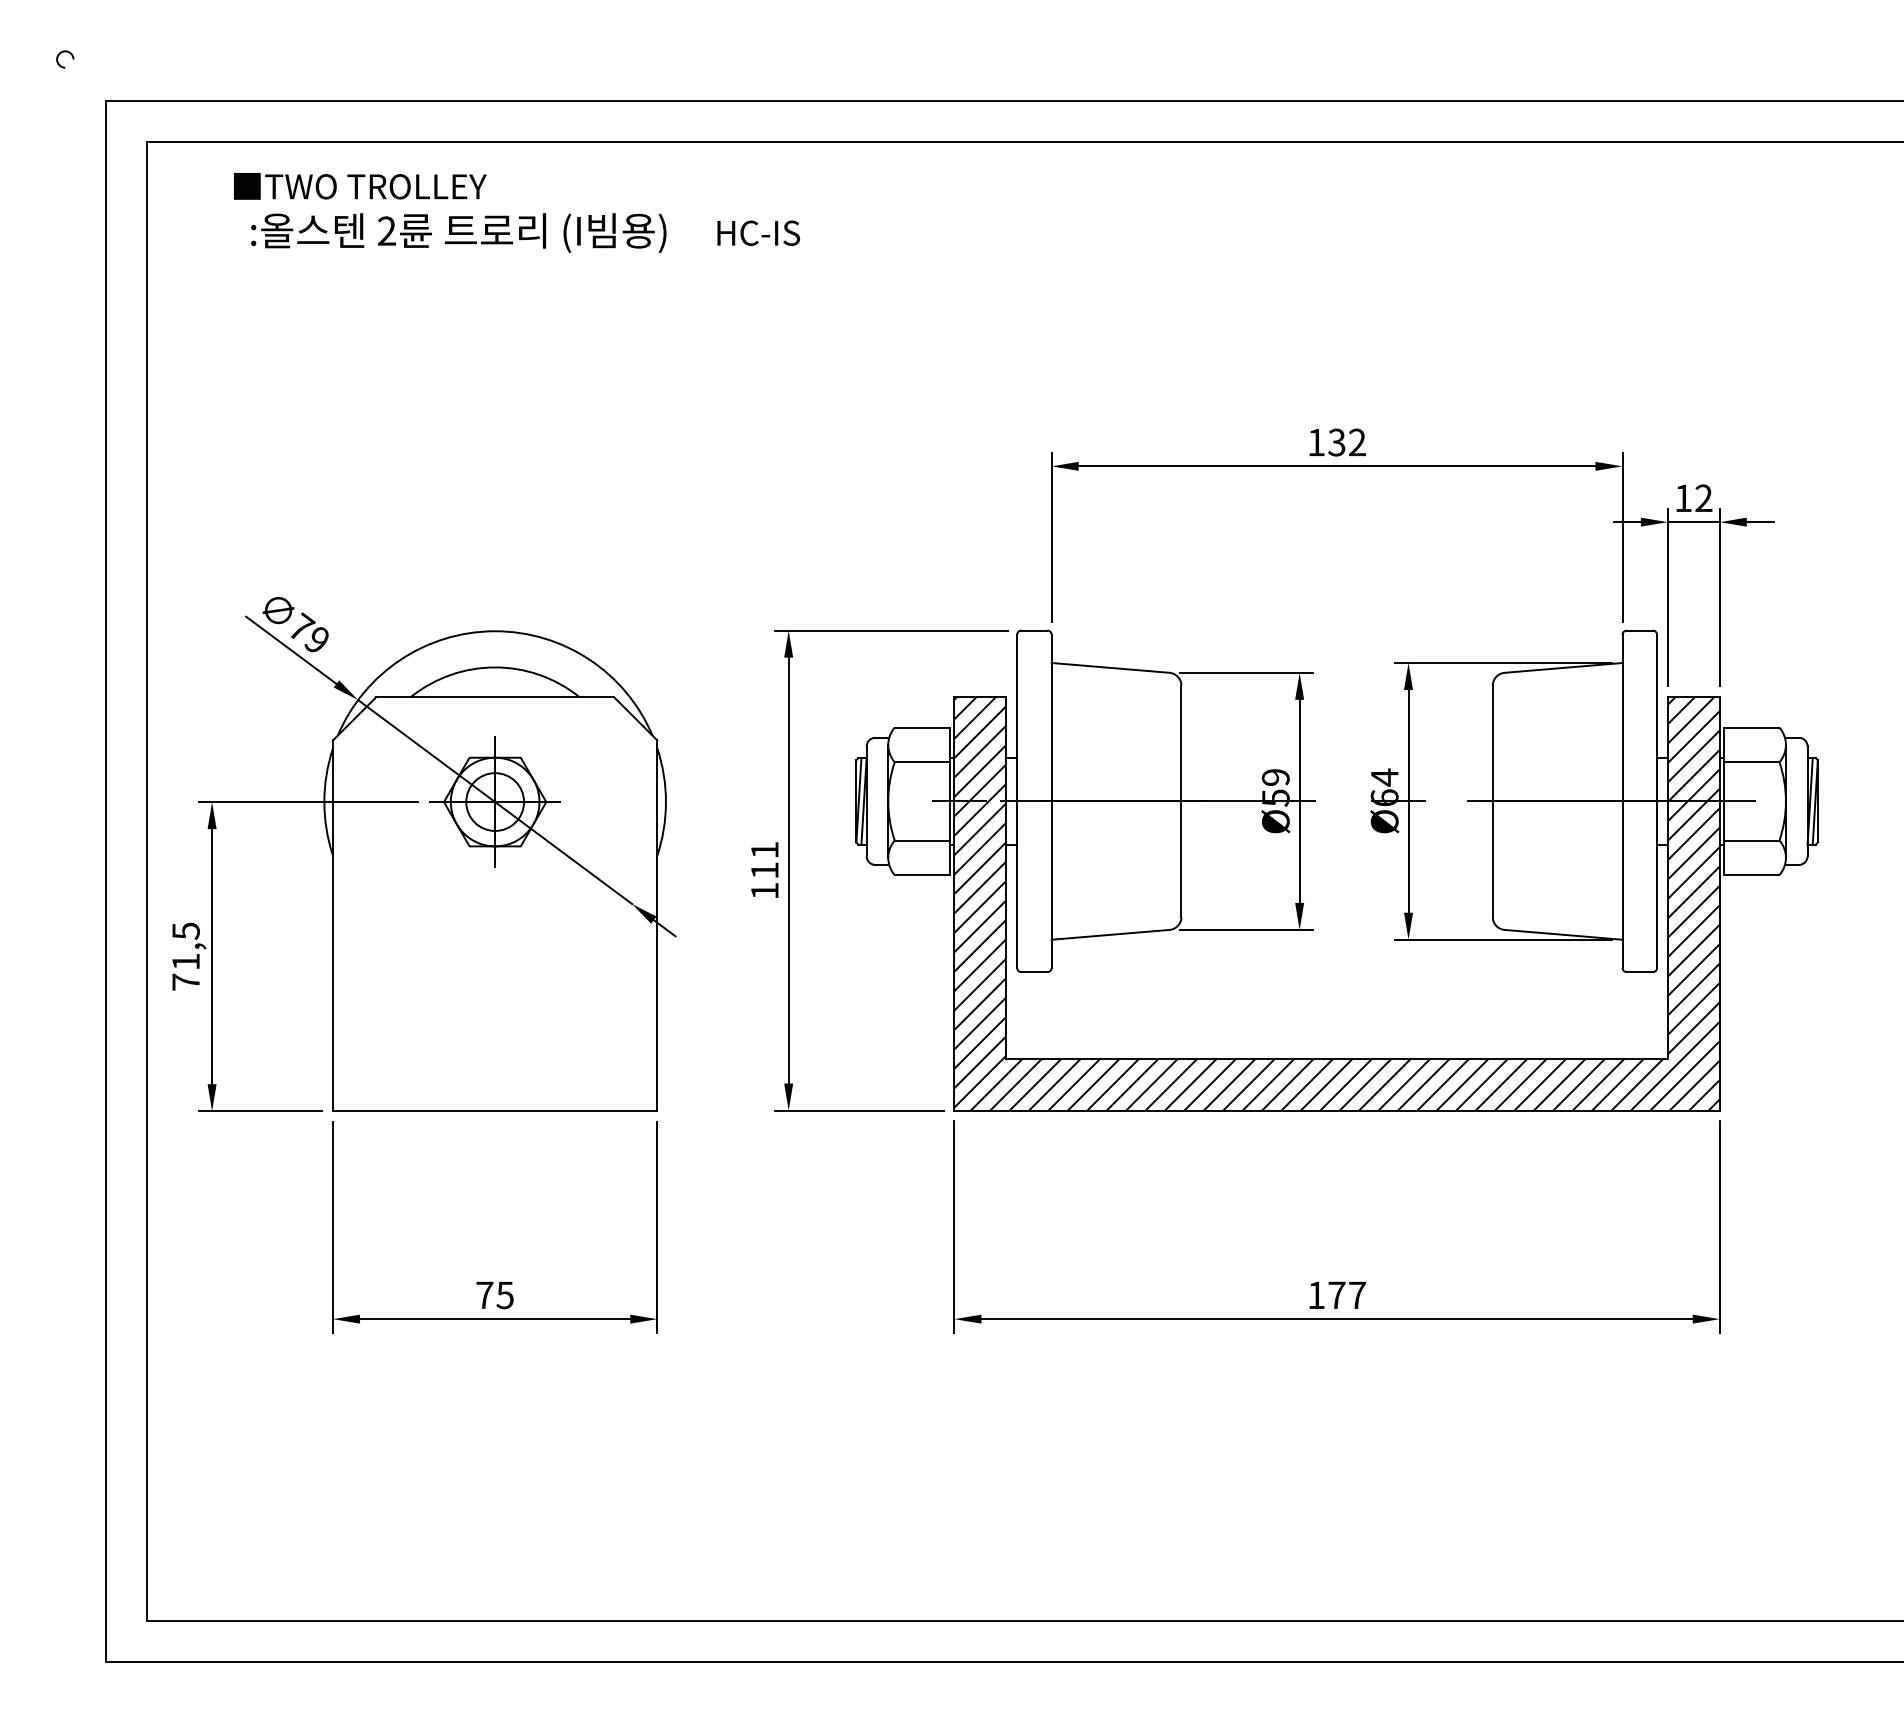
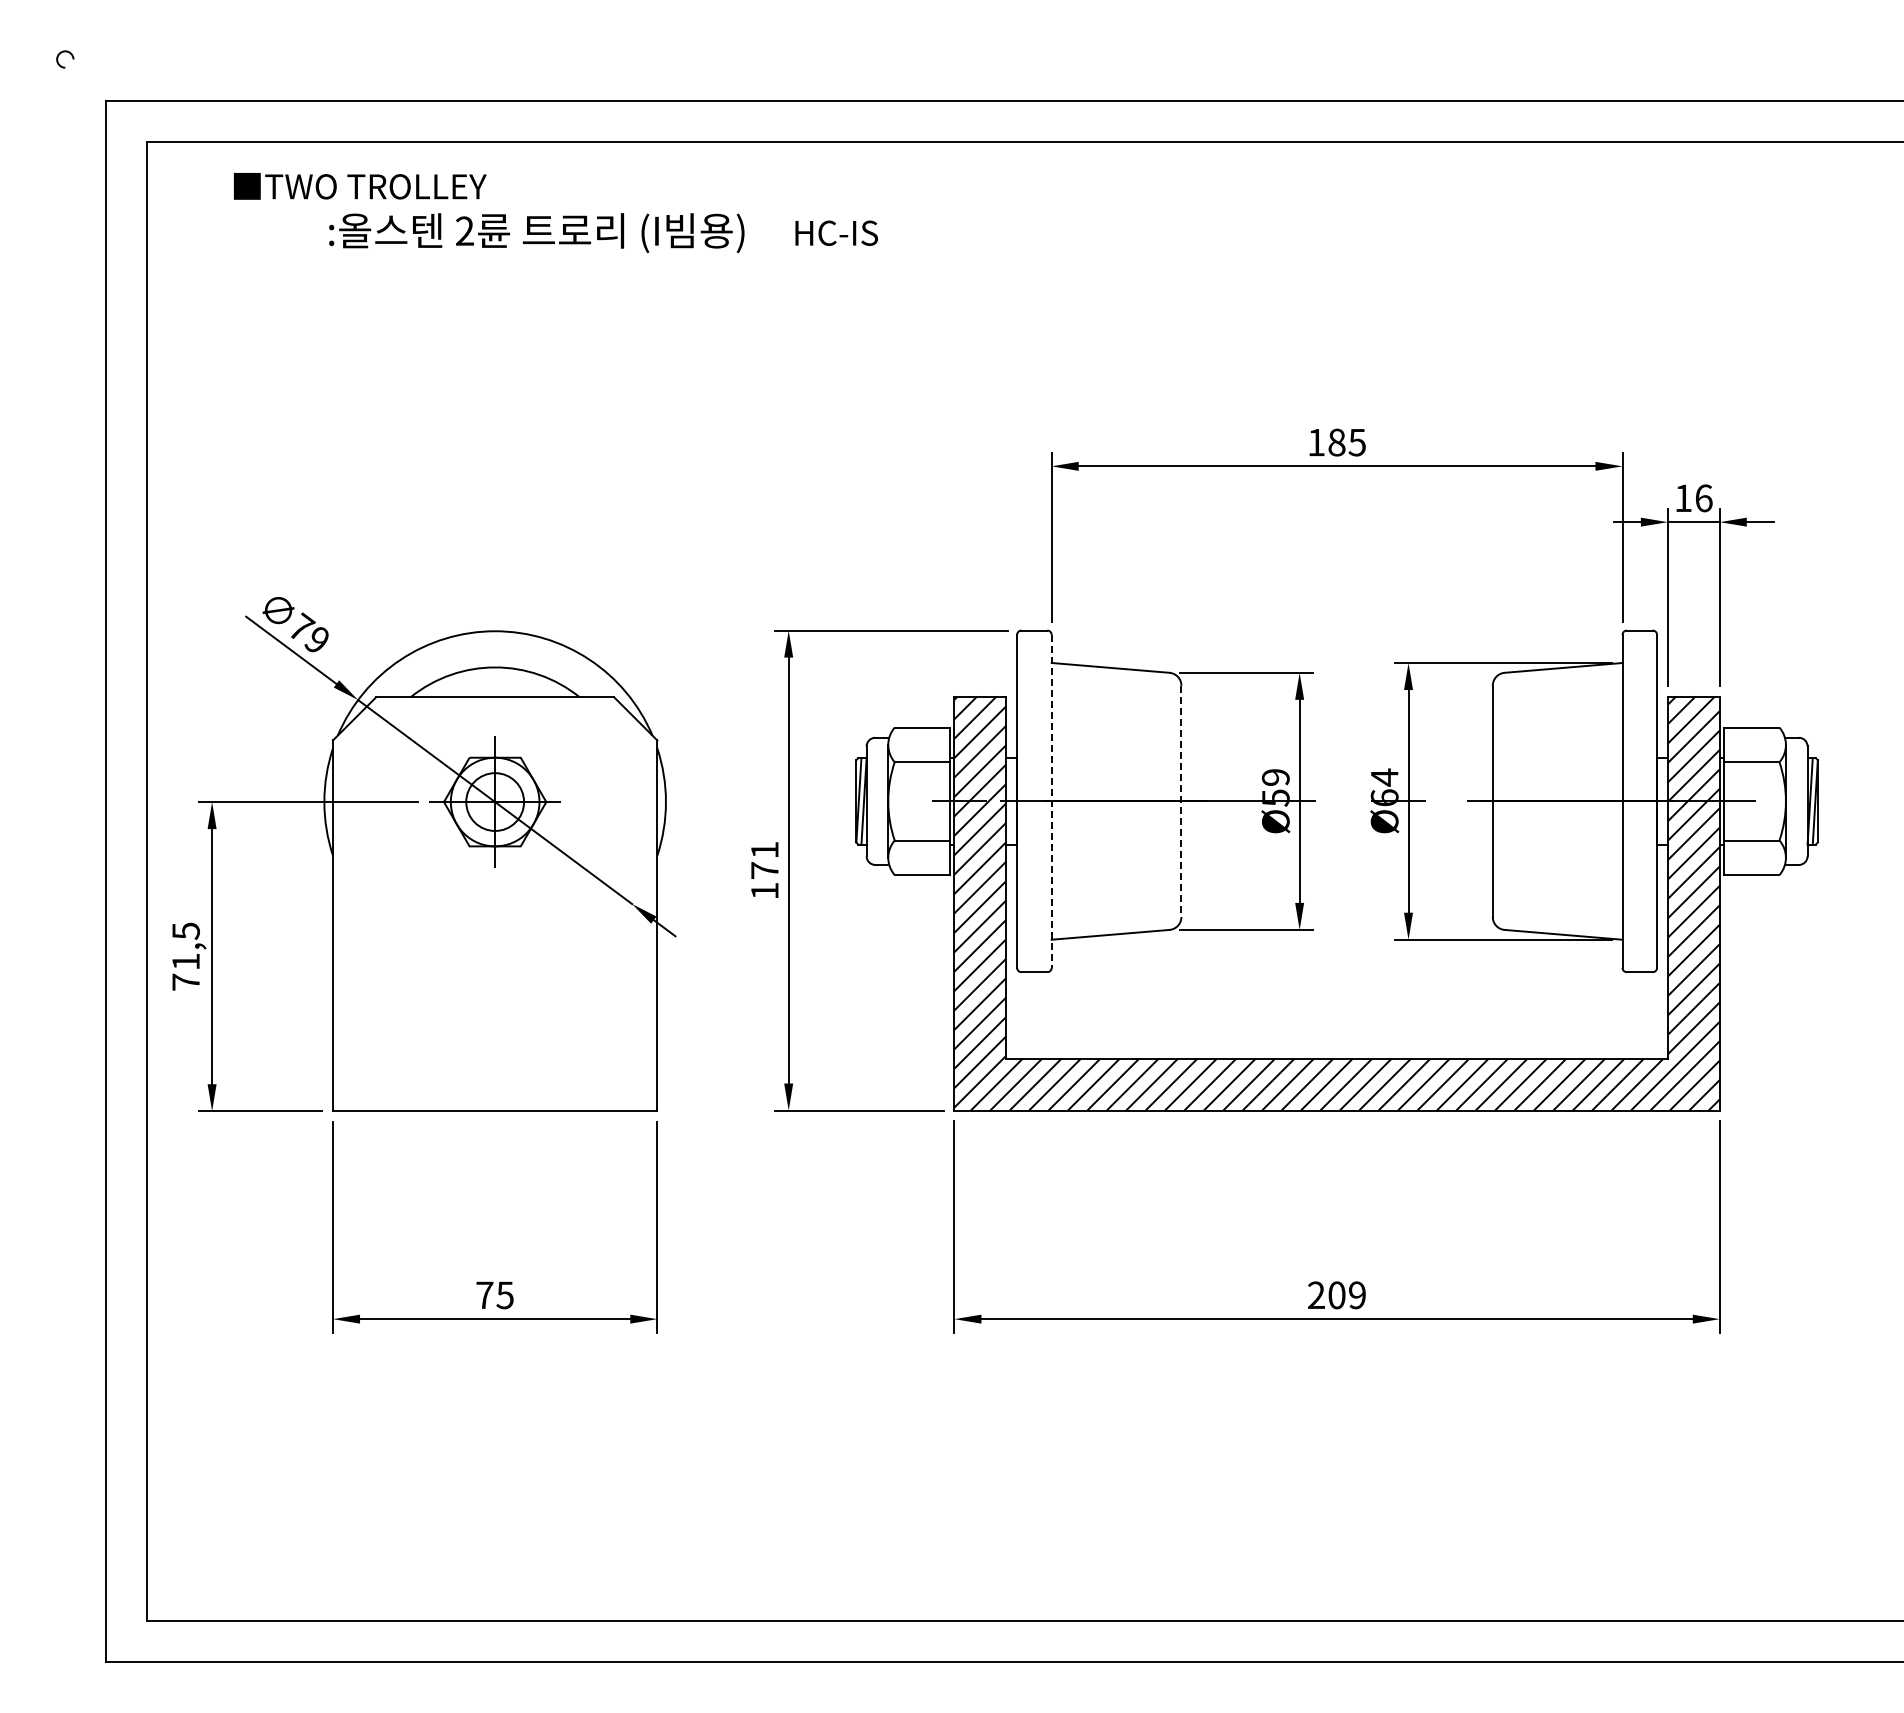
text at (525, 233) position: (525, 233) -> (603, 233)
text at (1346, 442): 132 -> 185
text at (1703, 498): 12 -> 16
line at (1051, 801): solid -> dashed
line at (1181, 801): solid -> dashed
text at (764, 870): 111 -> 171
text at (1336, 1295): 177 -> 209
